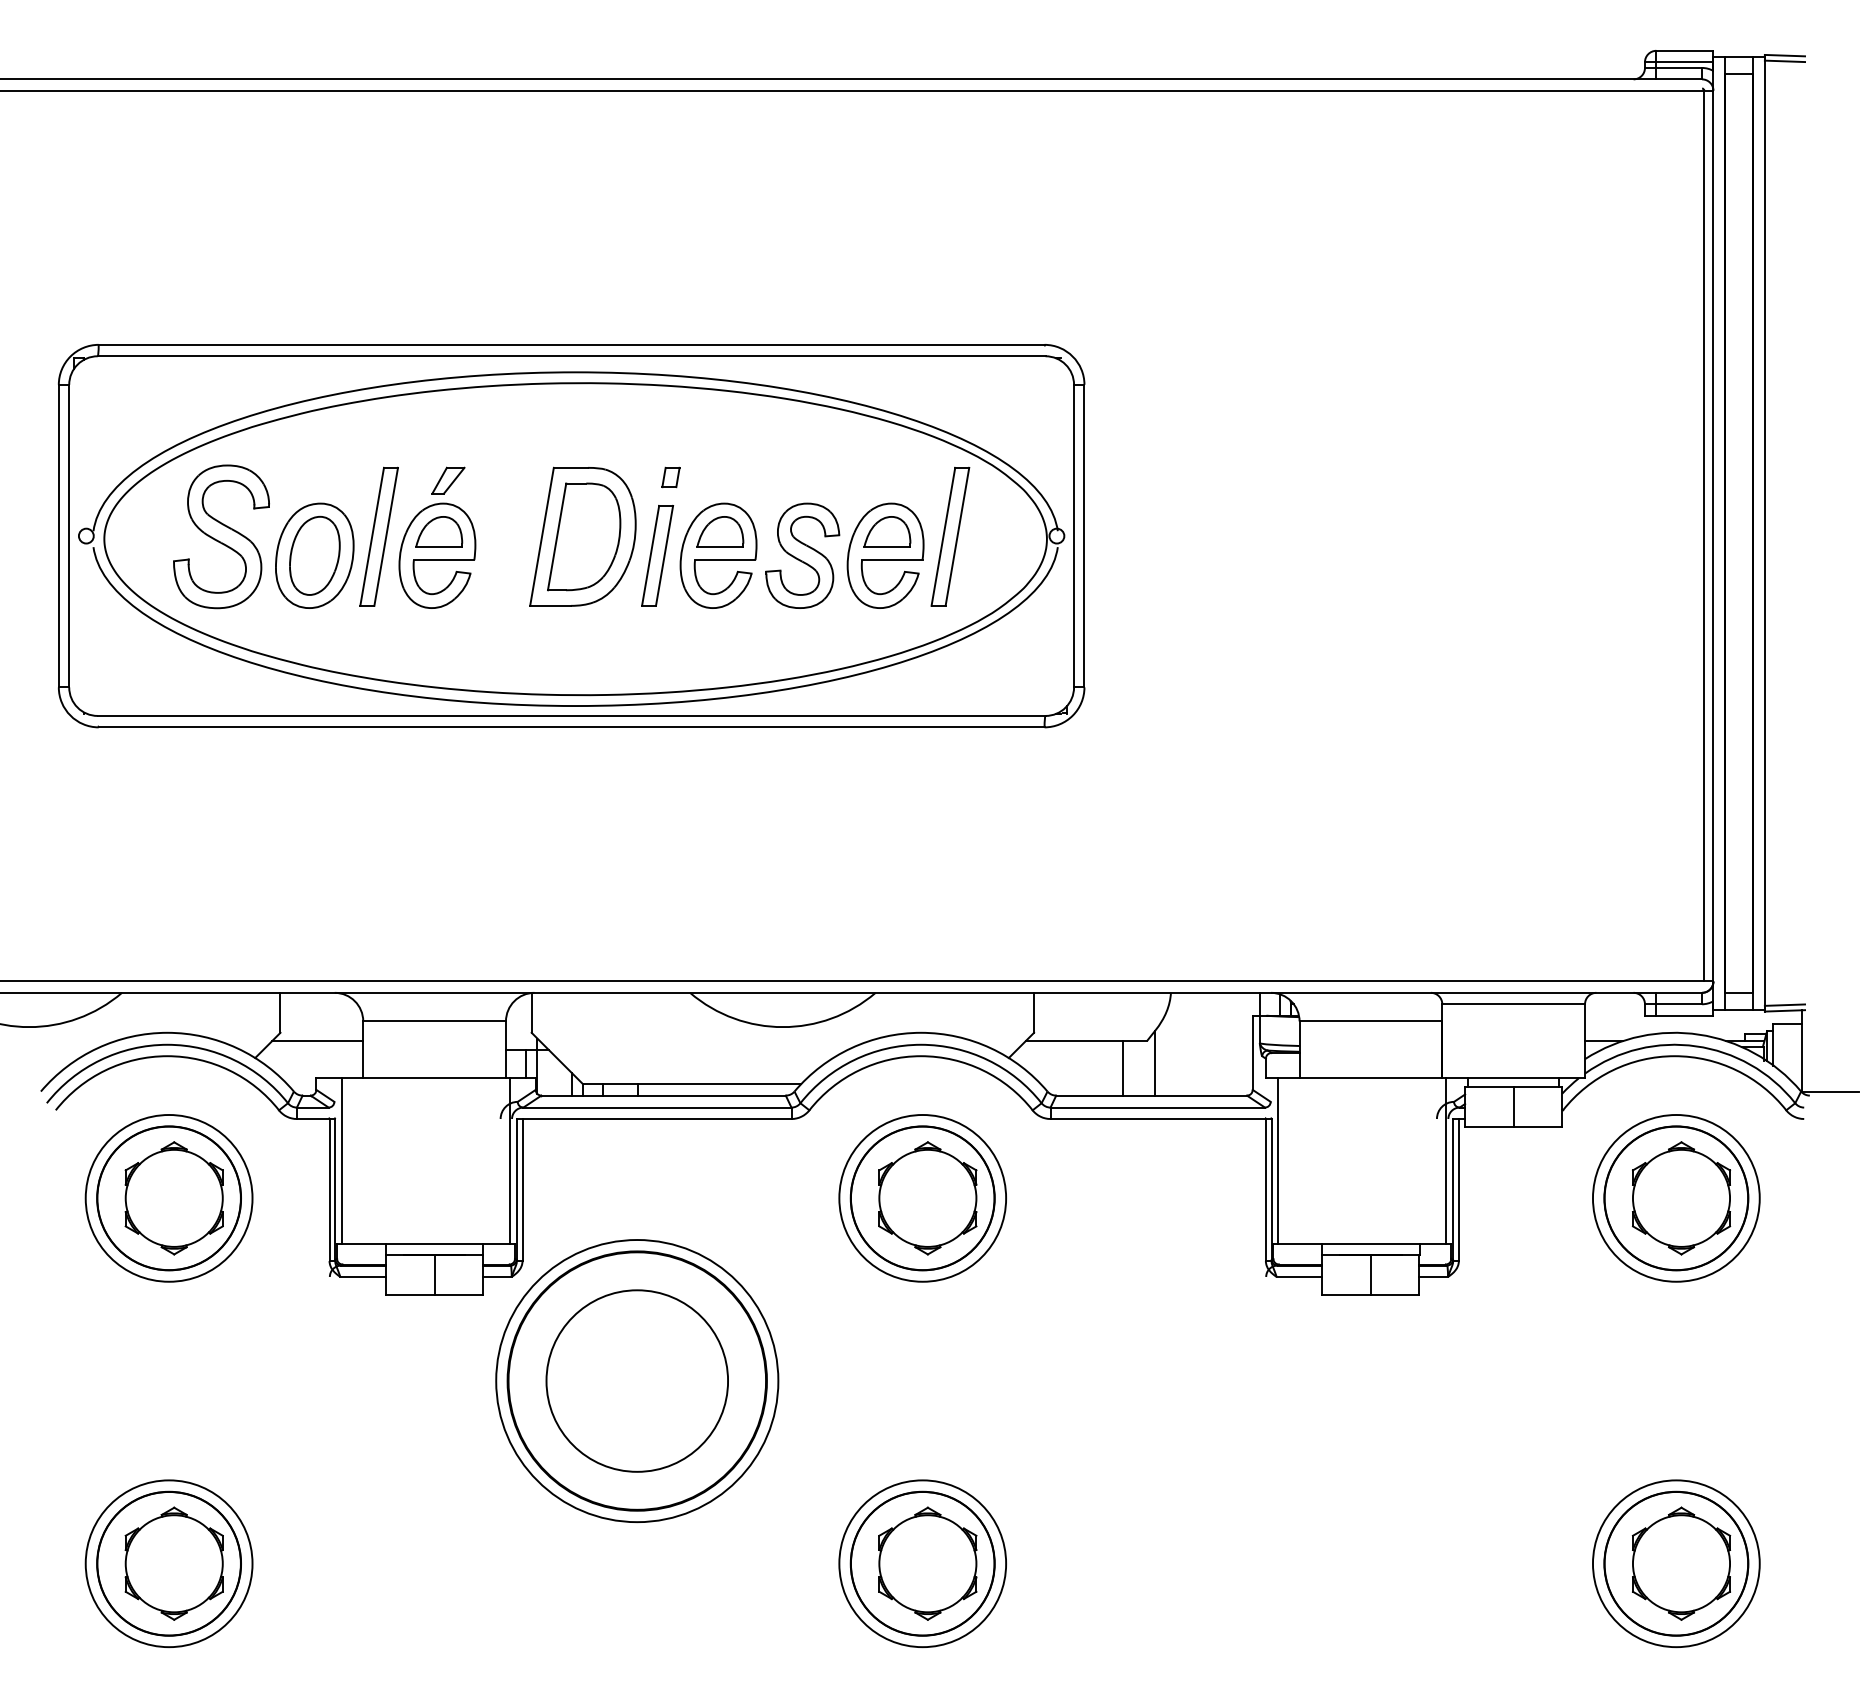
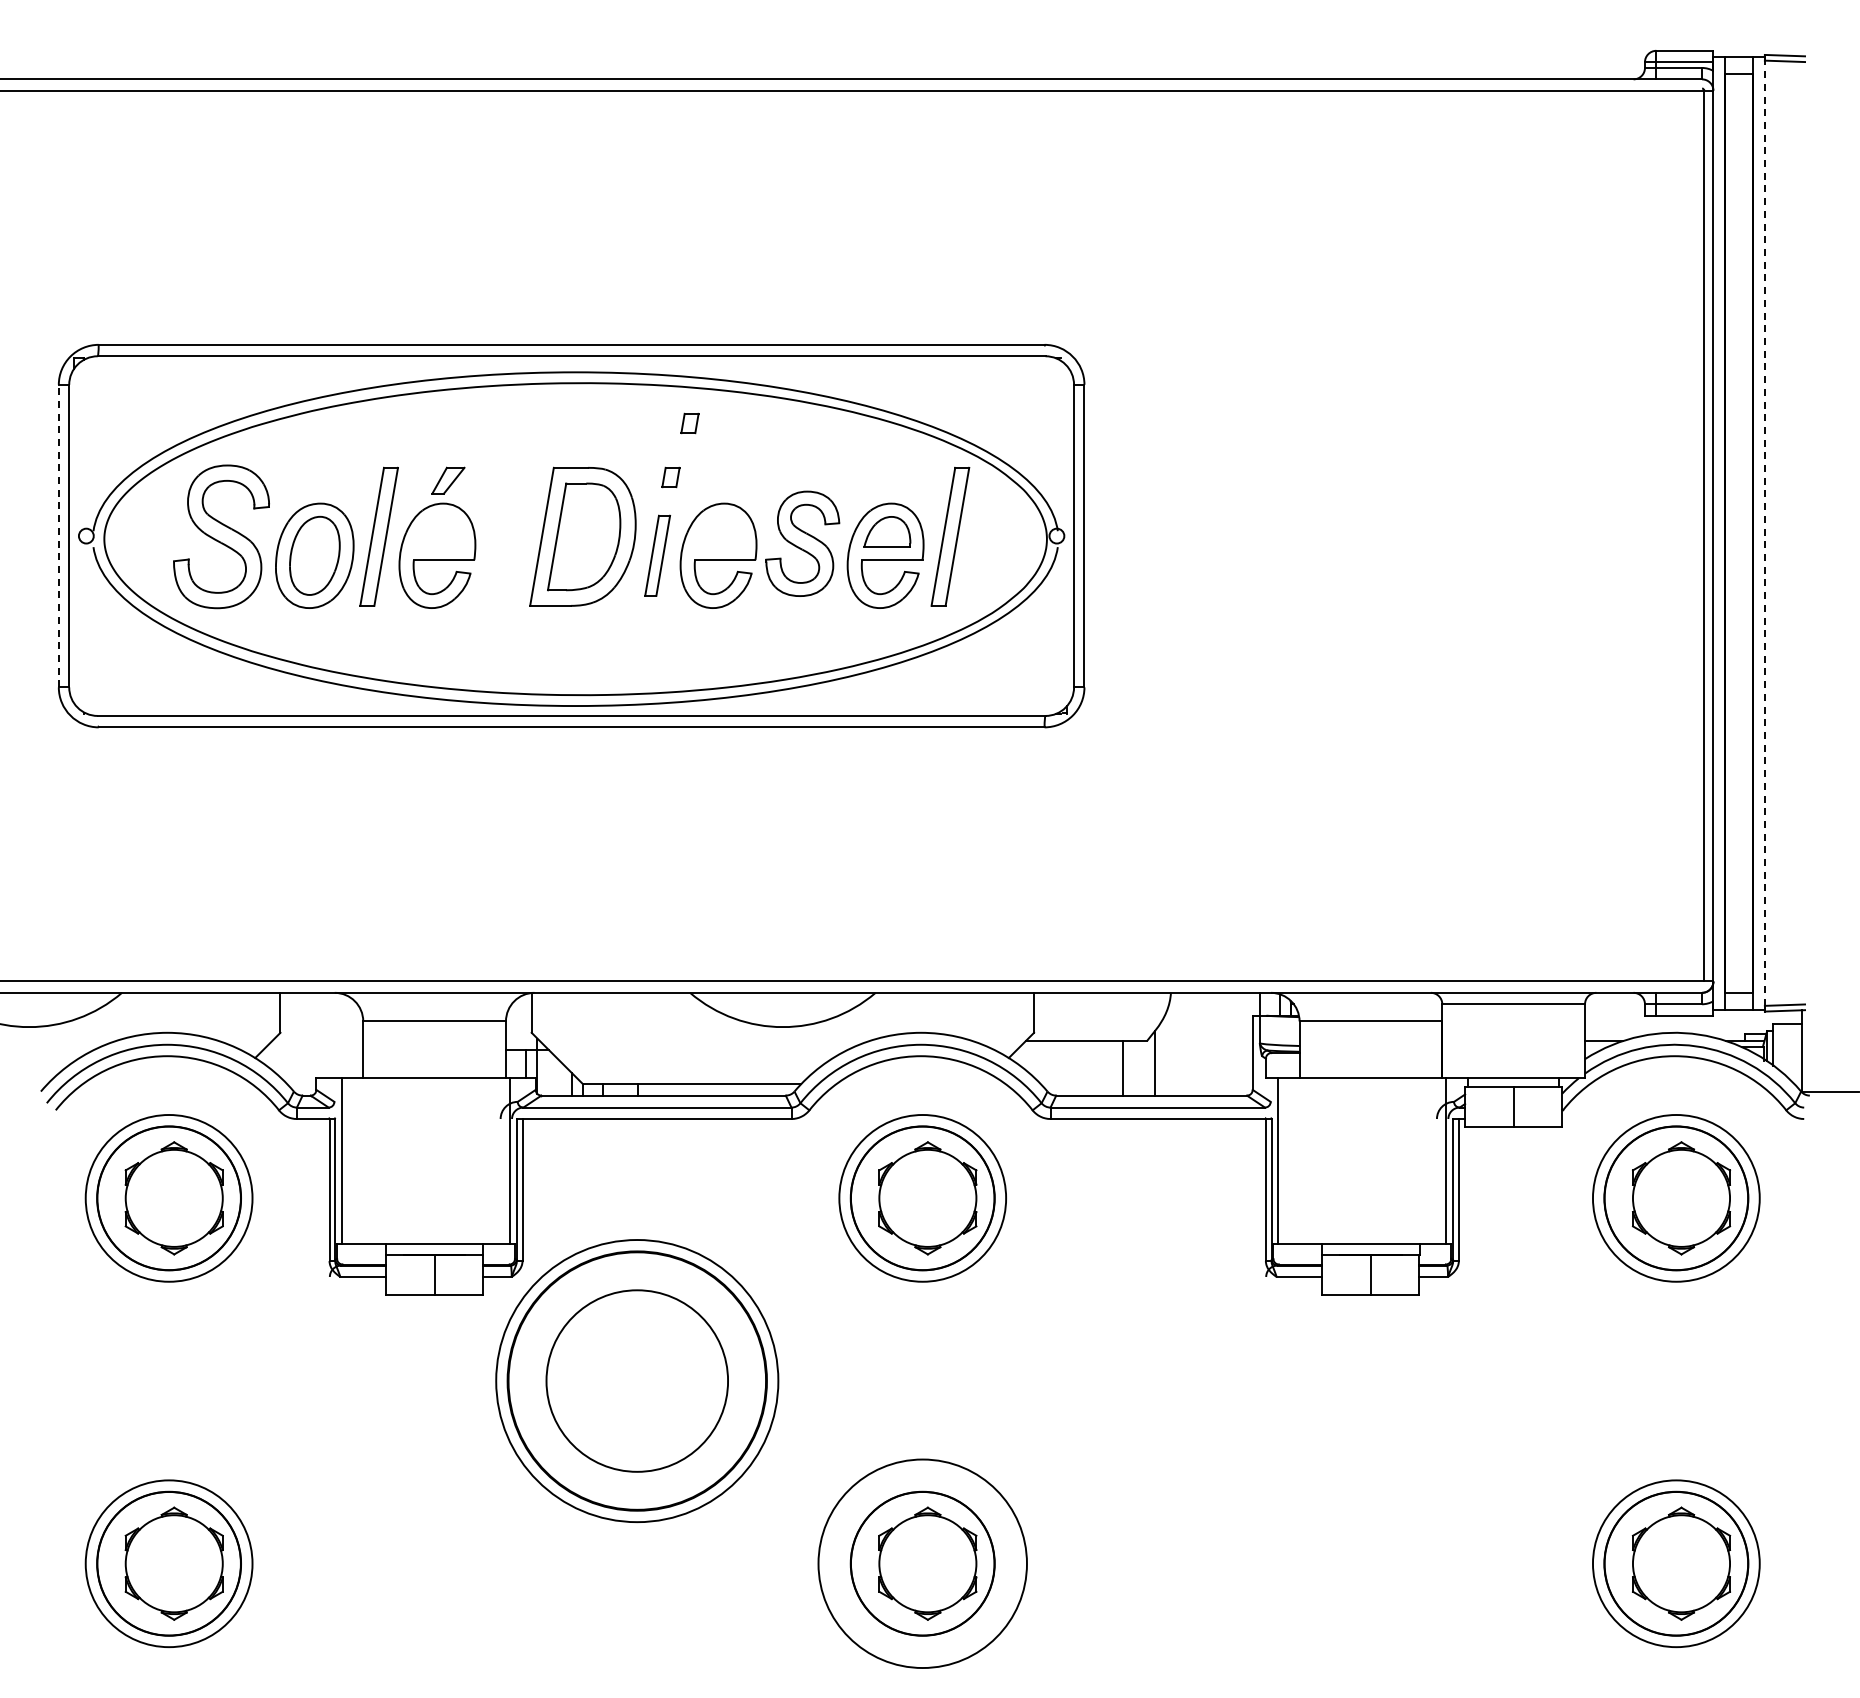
part at (689, 423): none -> present
part at (439, 531): present -> none
part at (720, 531): present -> none
line at (1764, 533): solid -> dashed
line at (58, 535): solid -> dashed
part at (657, 555) size: 34x103 px -> 28x83 px
part at (802, 555) position: (802, 555) -> (802, 543)
line at (317, 1041): present -> none
circle at (922, 1563) diameter: 167 px -> 208 px
